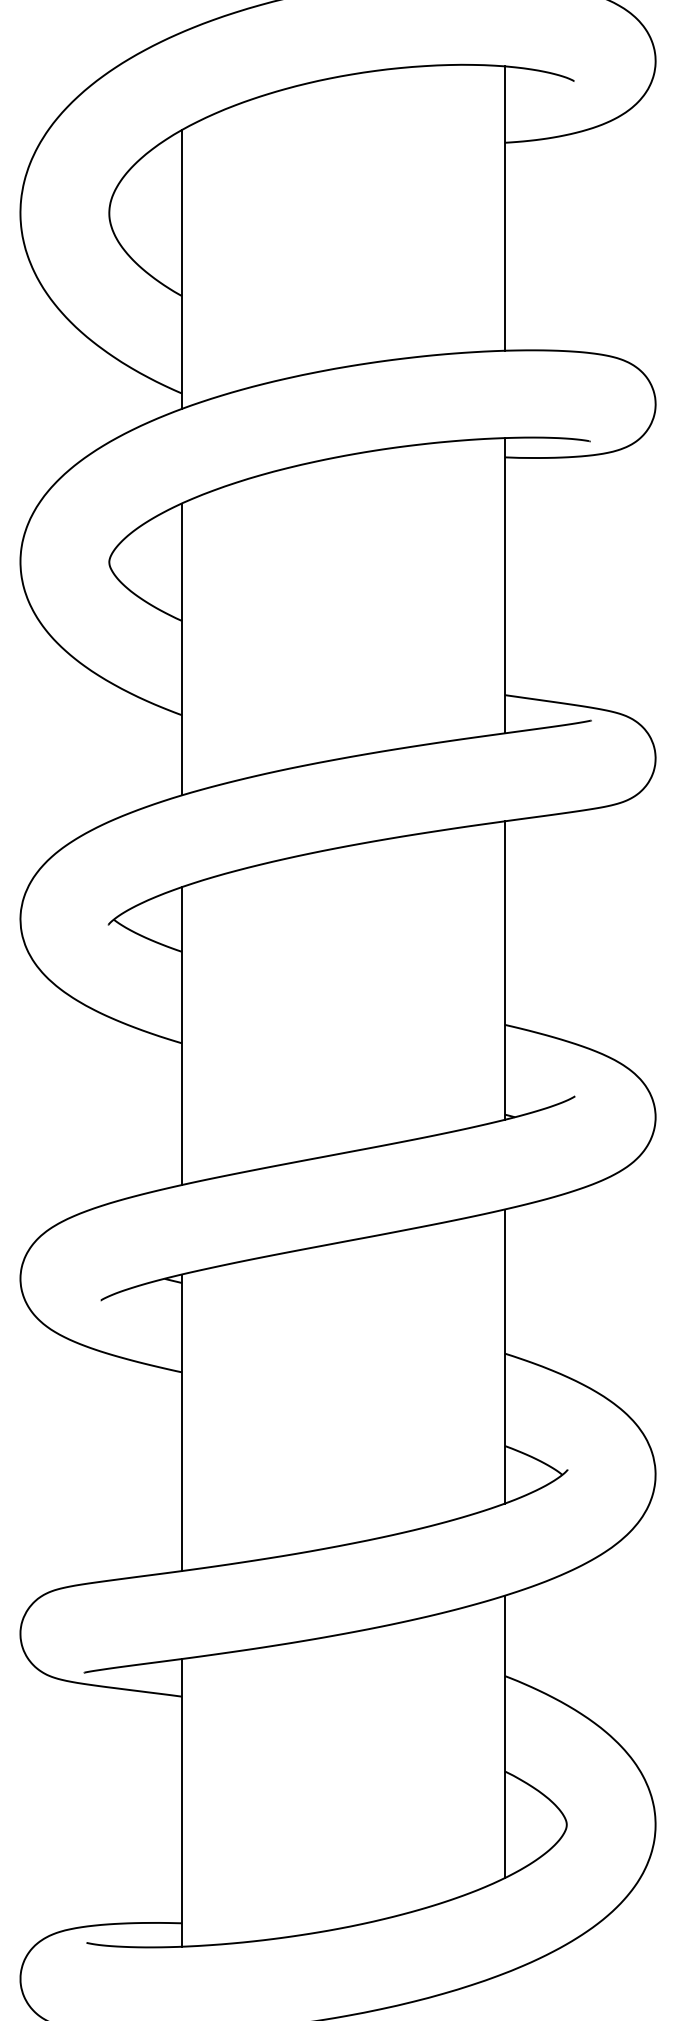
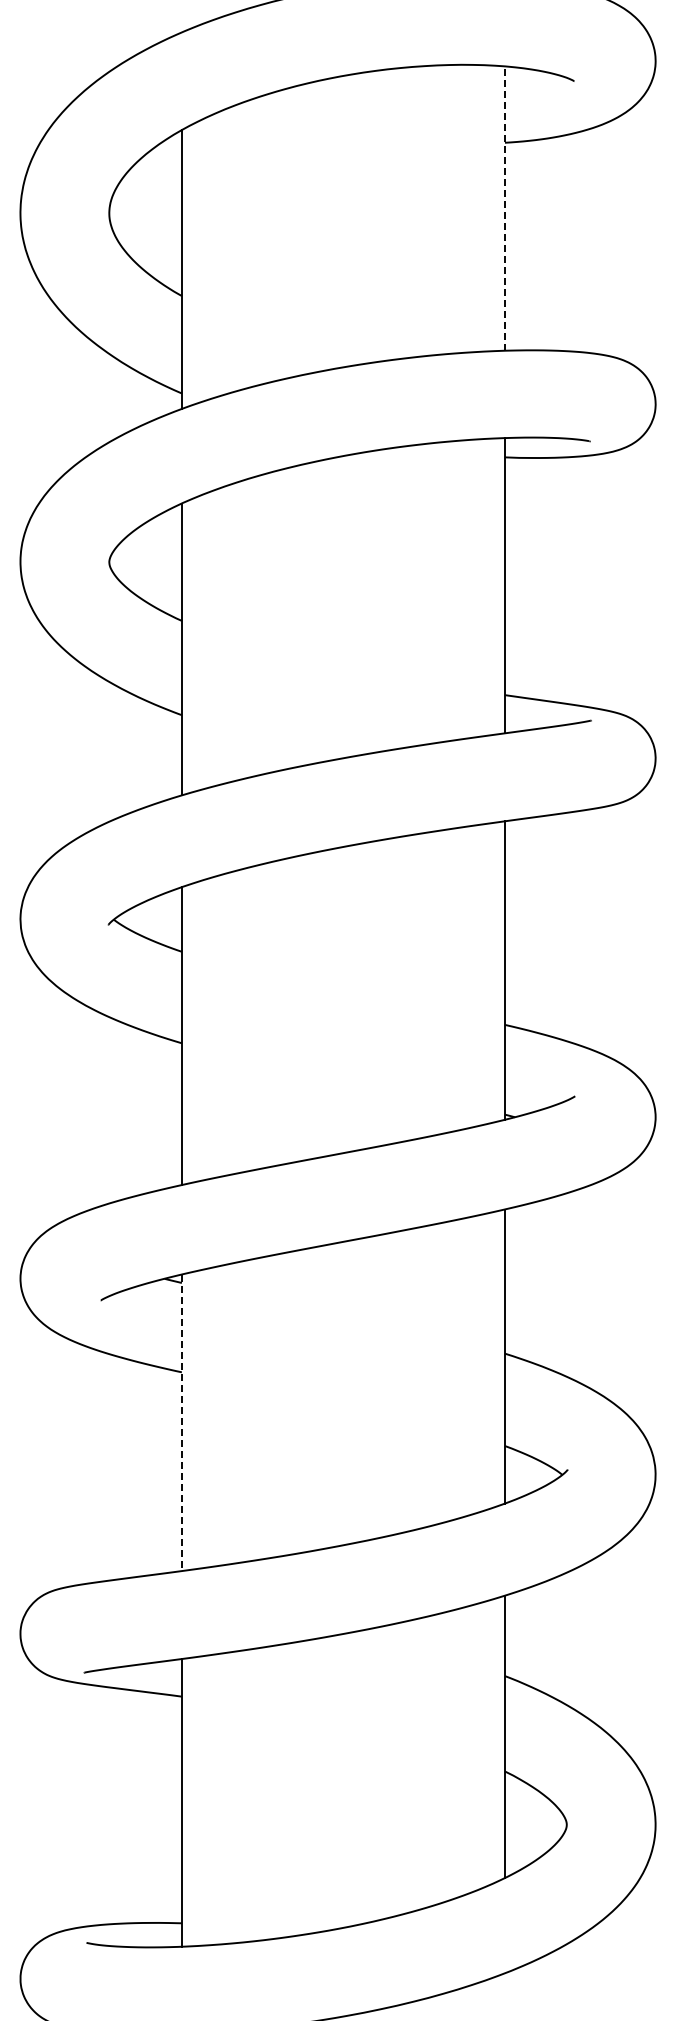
line at (504, 208): solid -> dashed
line at (181, 1423): solid -> dashed
